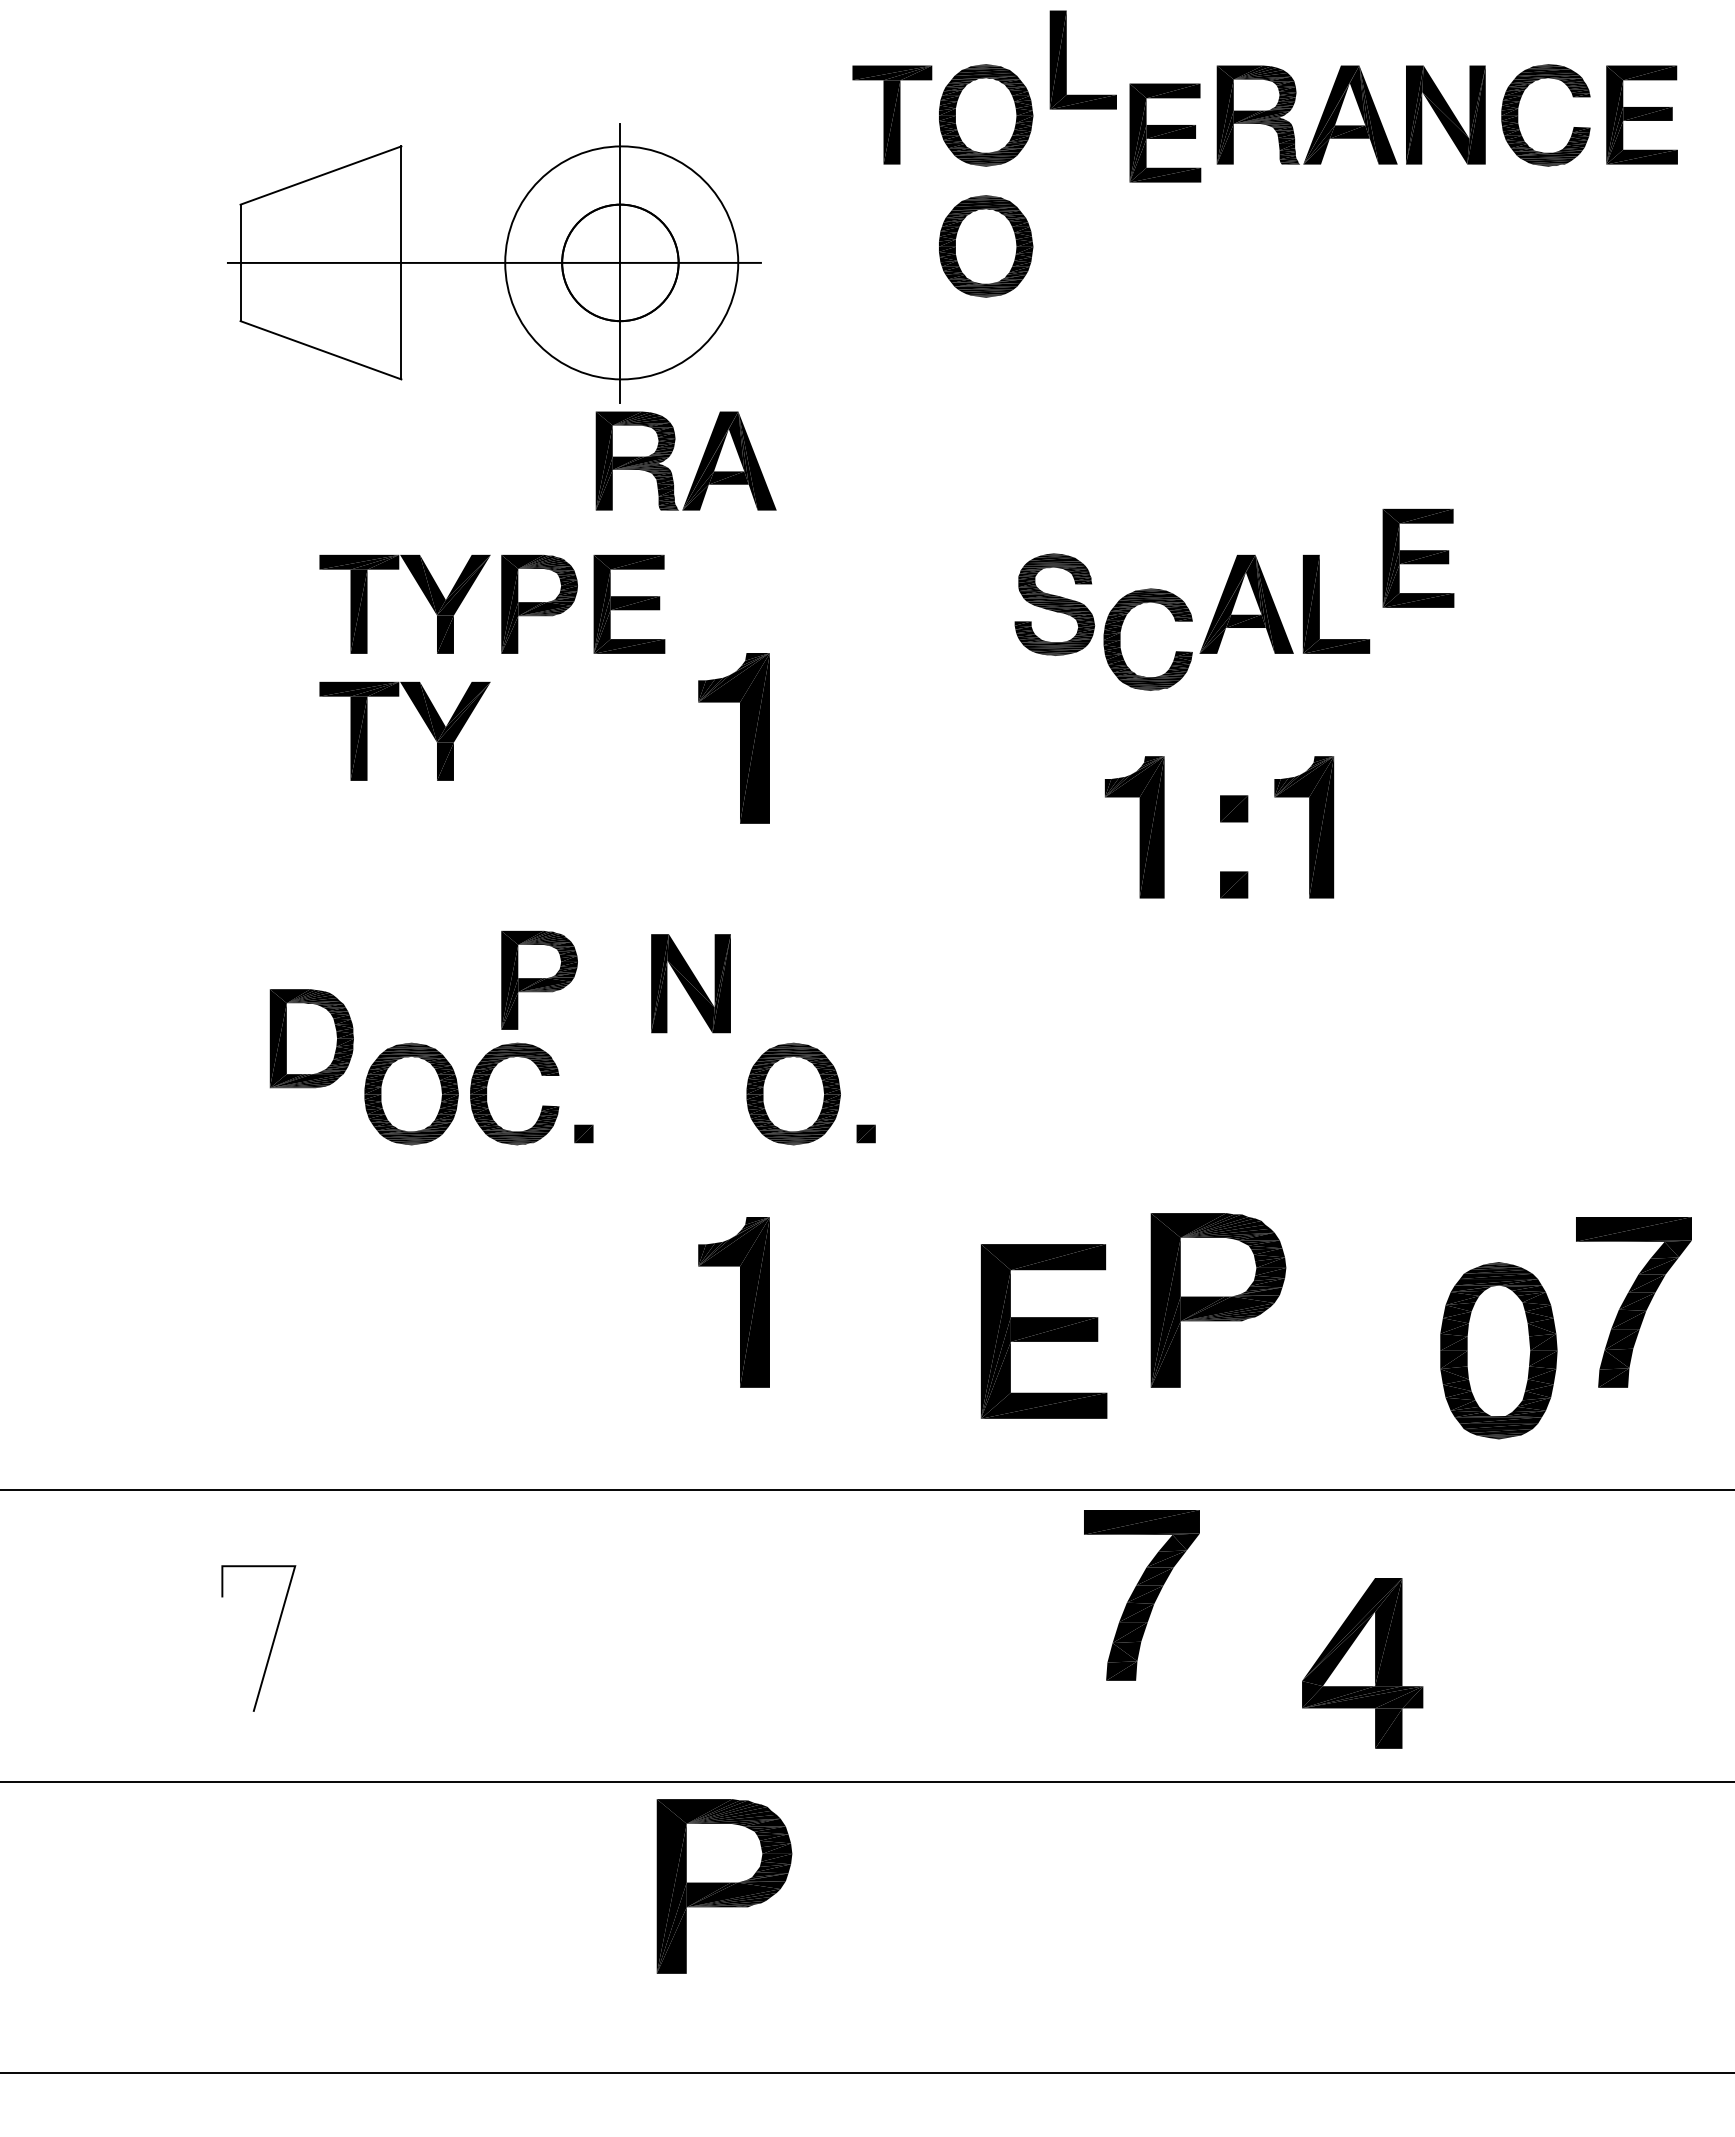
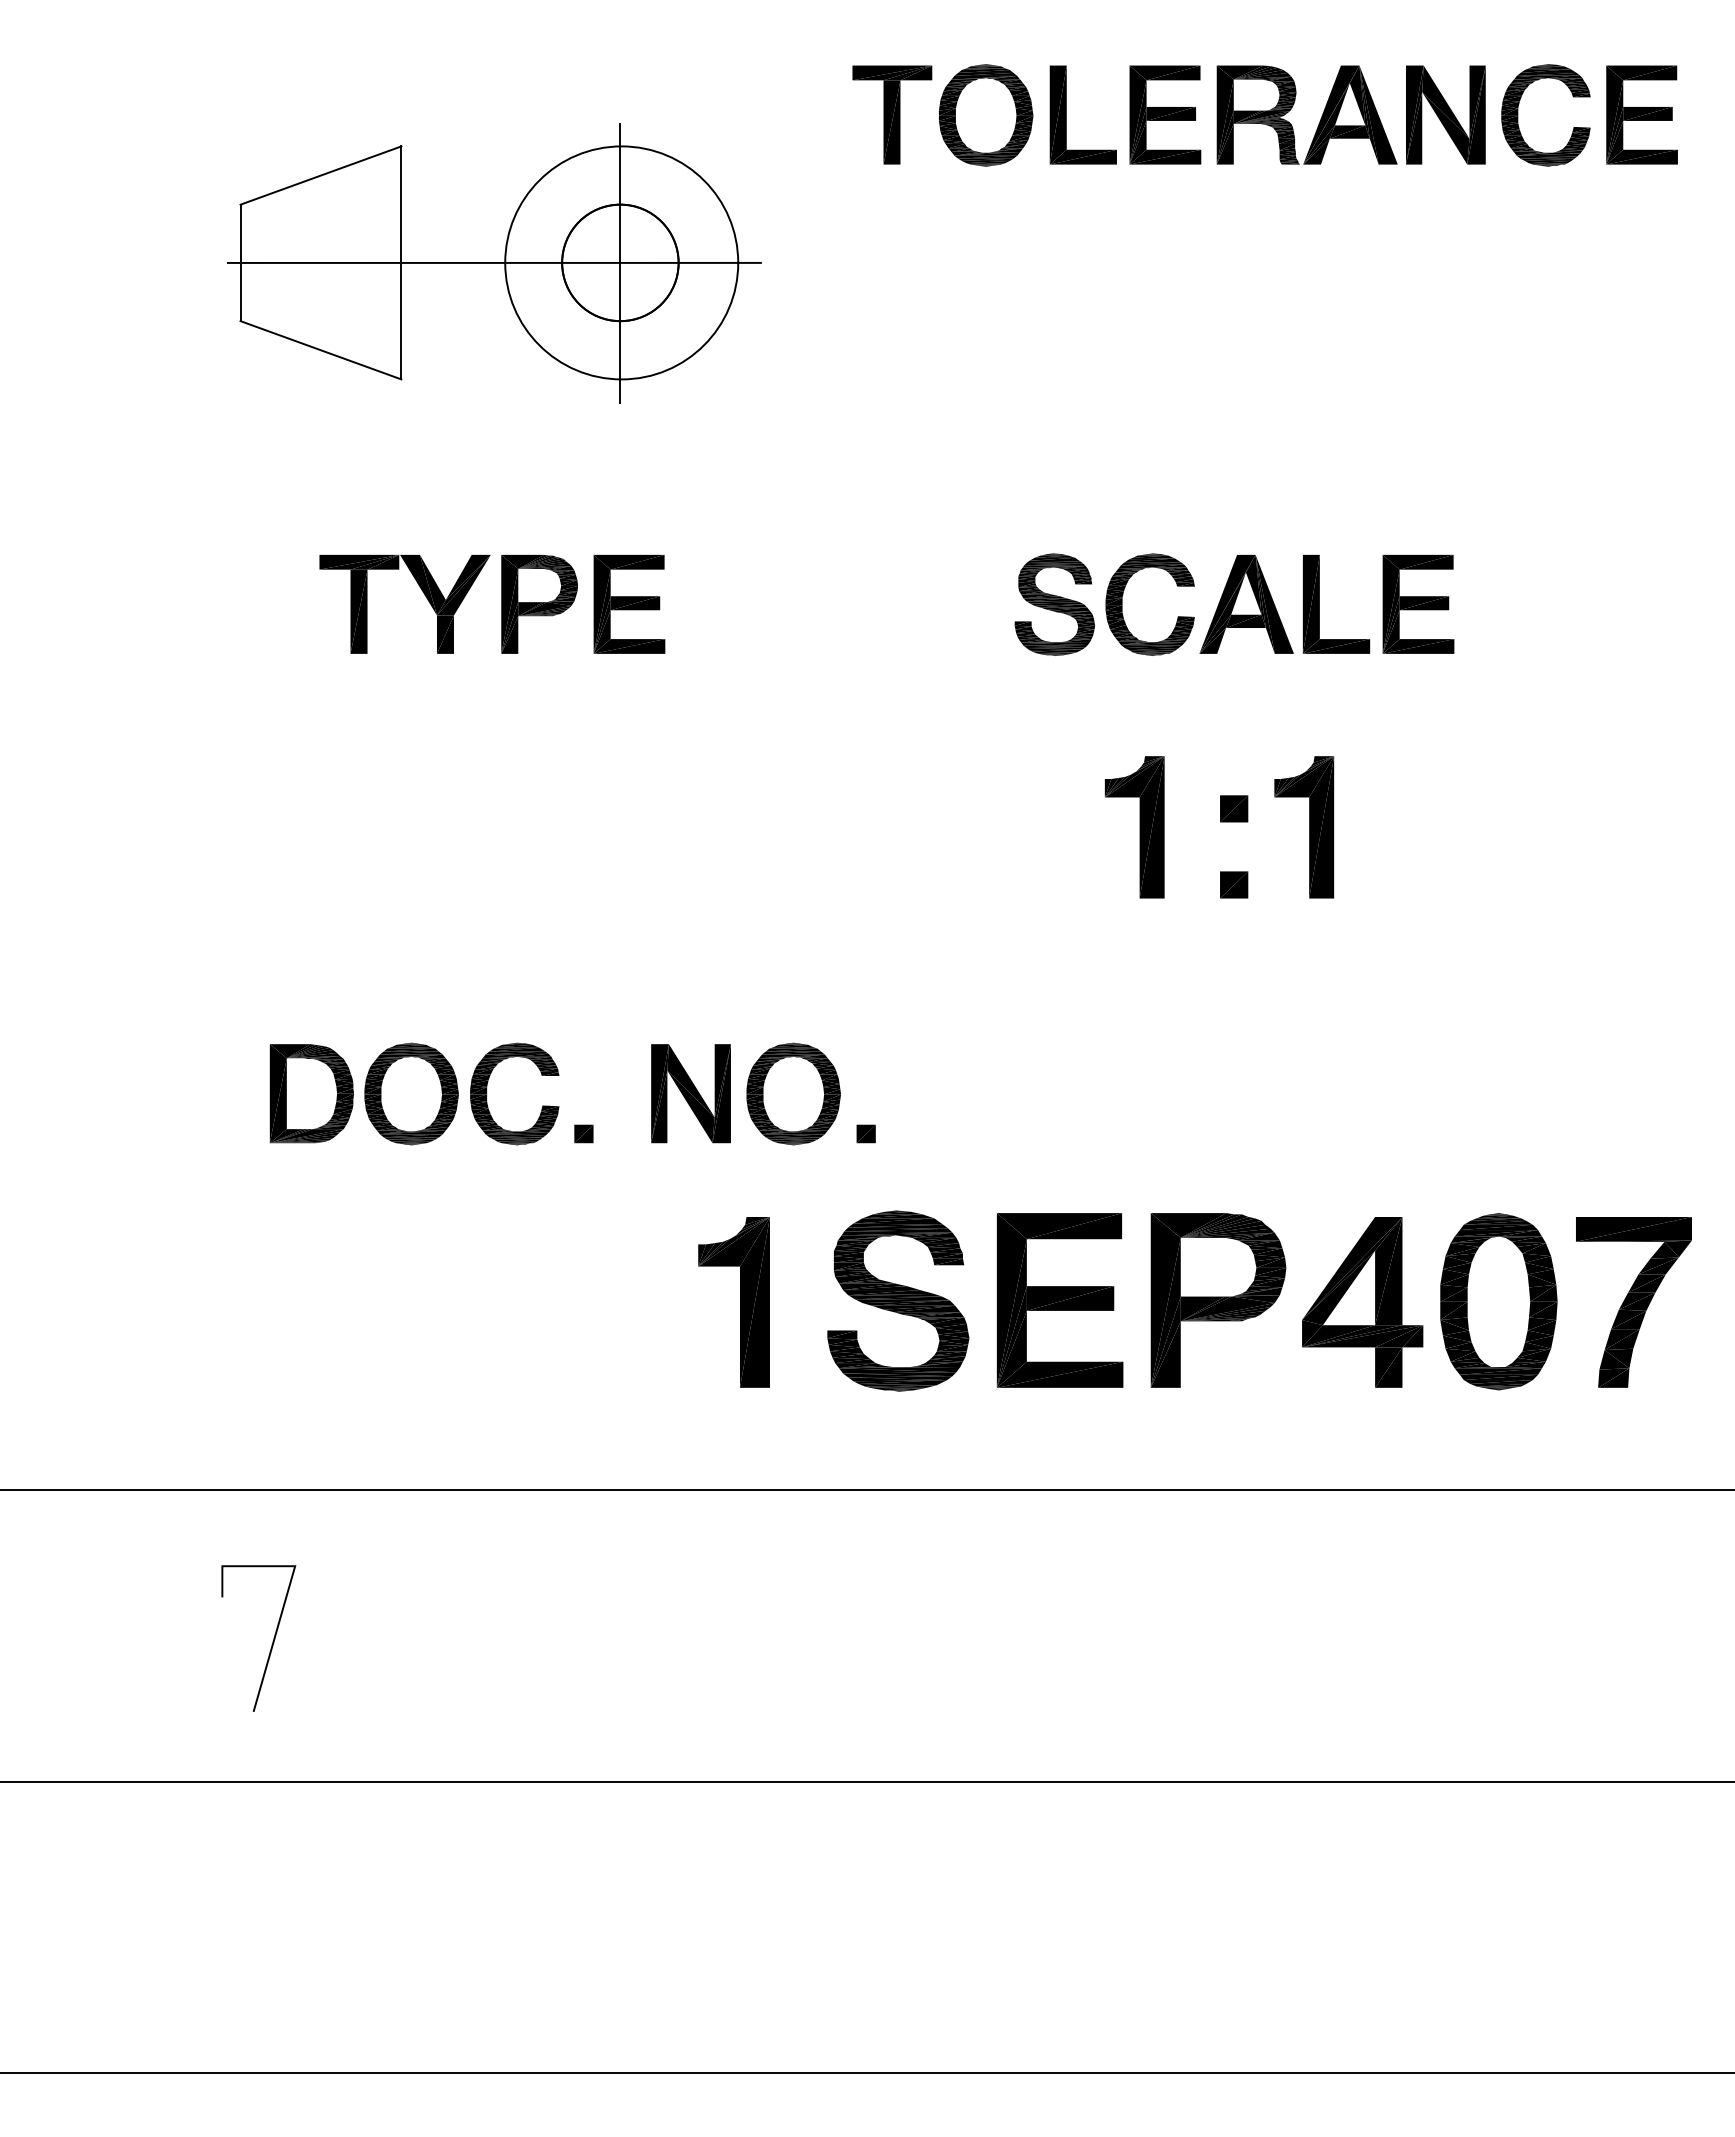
part at (1066, 59) position: (1066, 59) -> (1066, 114)
part at (1165, 132) position: (1165, 132) -> (1165, 114)
part at (986, 246): present -> none
part at (699, 464): present -> none
part at (1418, 557) position: (1418, 557) -> (1418, 603)
part at (1120, 639) position: (1120, 639) -> (1122, 604)
part at (421, 717): present -> none
part at (740, 738): present -> none
part at (539, 979): present -> none
part at (690, 983) position: (690, 983) -> (690, 1093)
part at (311, 1038) position: (311, 1038) -> (311, 1093)
part at (898, 1300): none -> present
part at (1043, 1331) position: (1043, 1331) -> (1059, 1300)
part at (1498, 1350) position: (1498, 1350) -> (1498, 1301)
part at (1141, 1595): present -> none
part at (1362, 1663) position: (1362, 1663) -> (1362, 1302)
part at (724, 1886): present -> none
